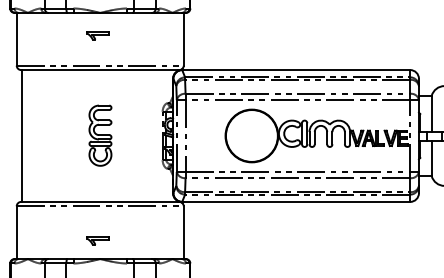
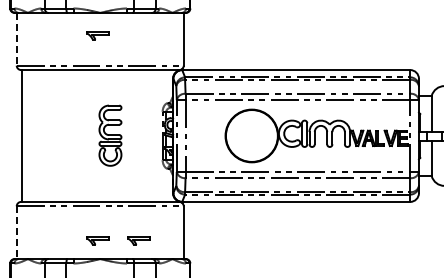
line at (16, 39): solid -> dashed
part at (100, 135) position: (100, 135) -> (110, 135)
line at (16, 233): solid -> dashed
part at (138, 240): none -> present
